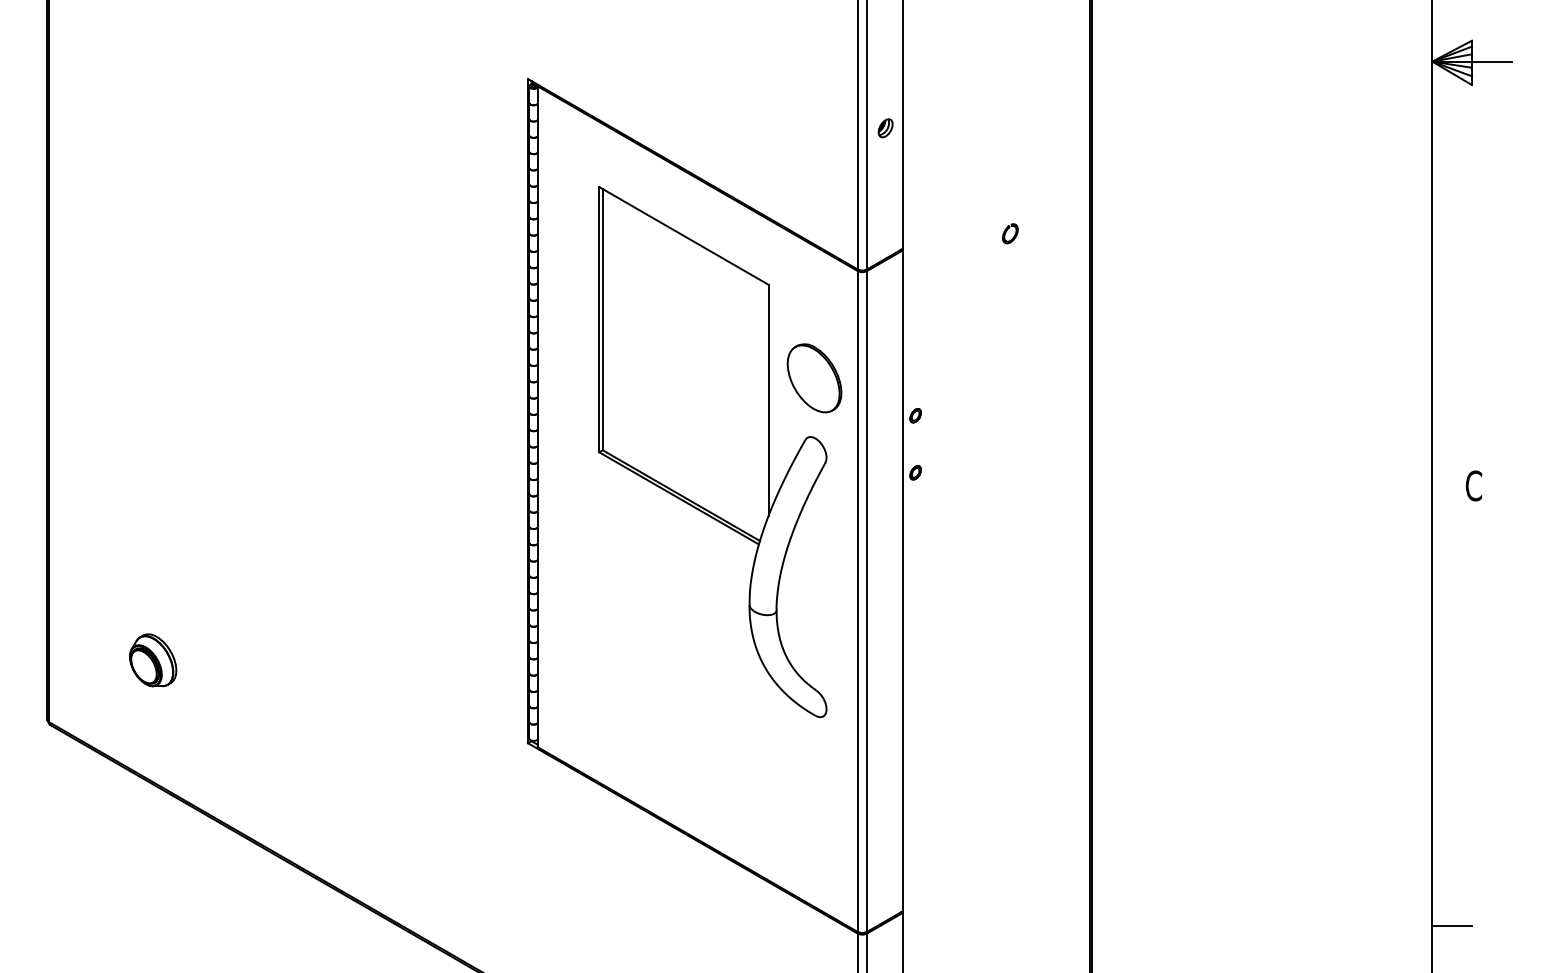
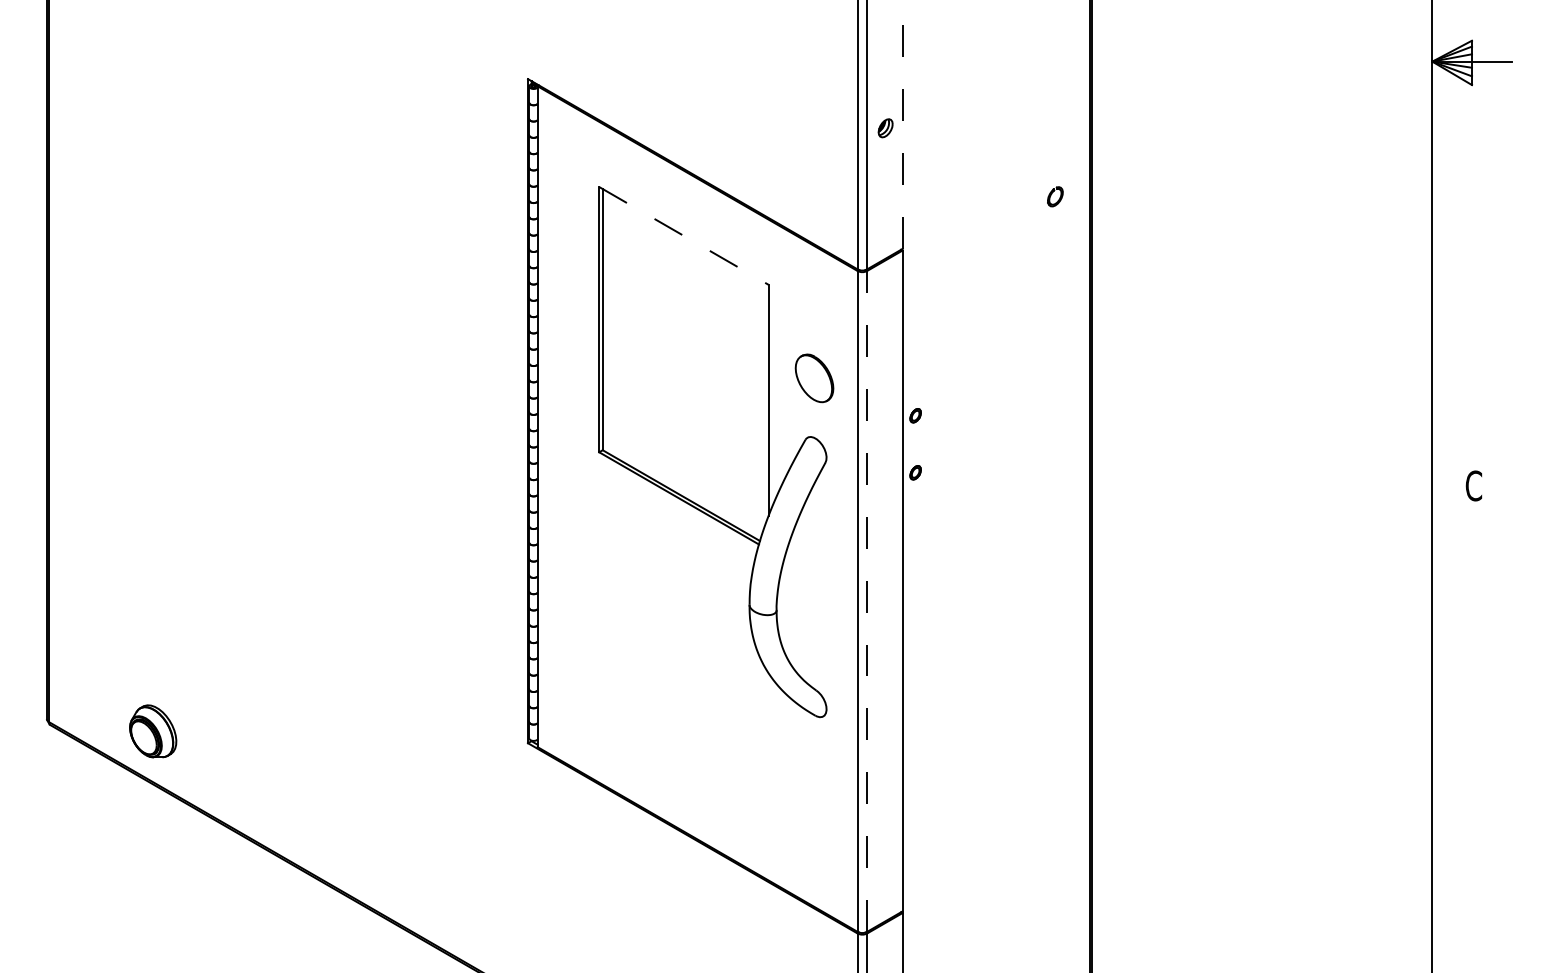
line at (902, 124): solid -> dashed
part at (1010, 233) position: (1010, 233) -> (1055, 196)
line at (683, 235): solid -> dashed
part at (814, 378) size: 57x71 px -> 41x51 px
line at (867, 601): solid -> dashed
part at (153, 660) position: (153, 660) -> (153, 731)
line at (1452, 926): present -> none
